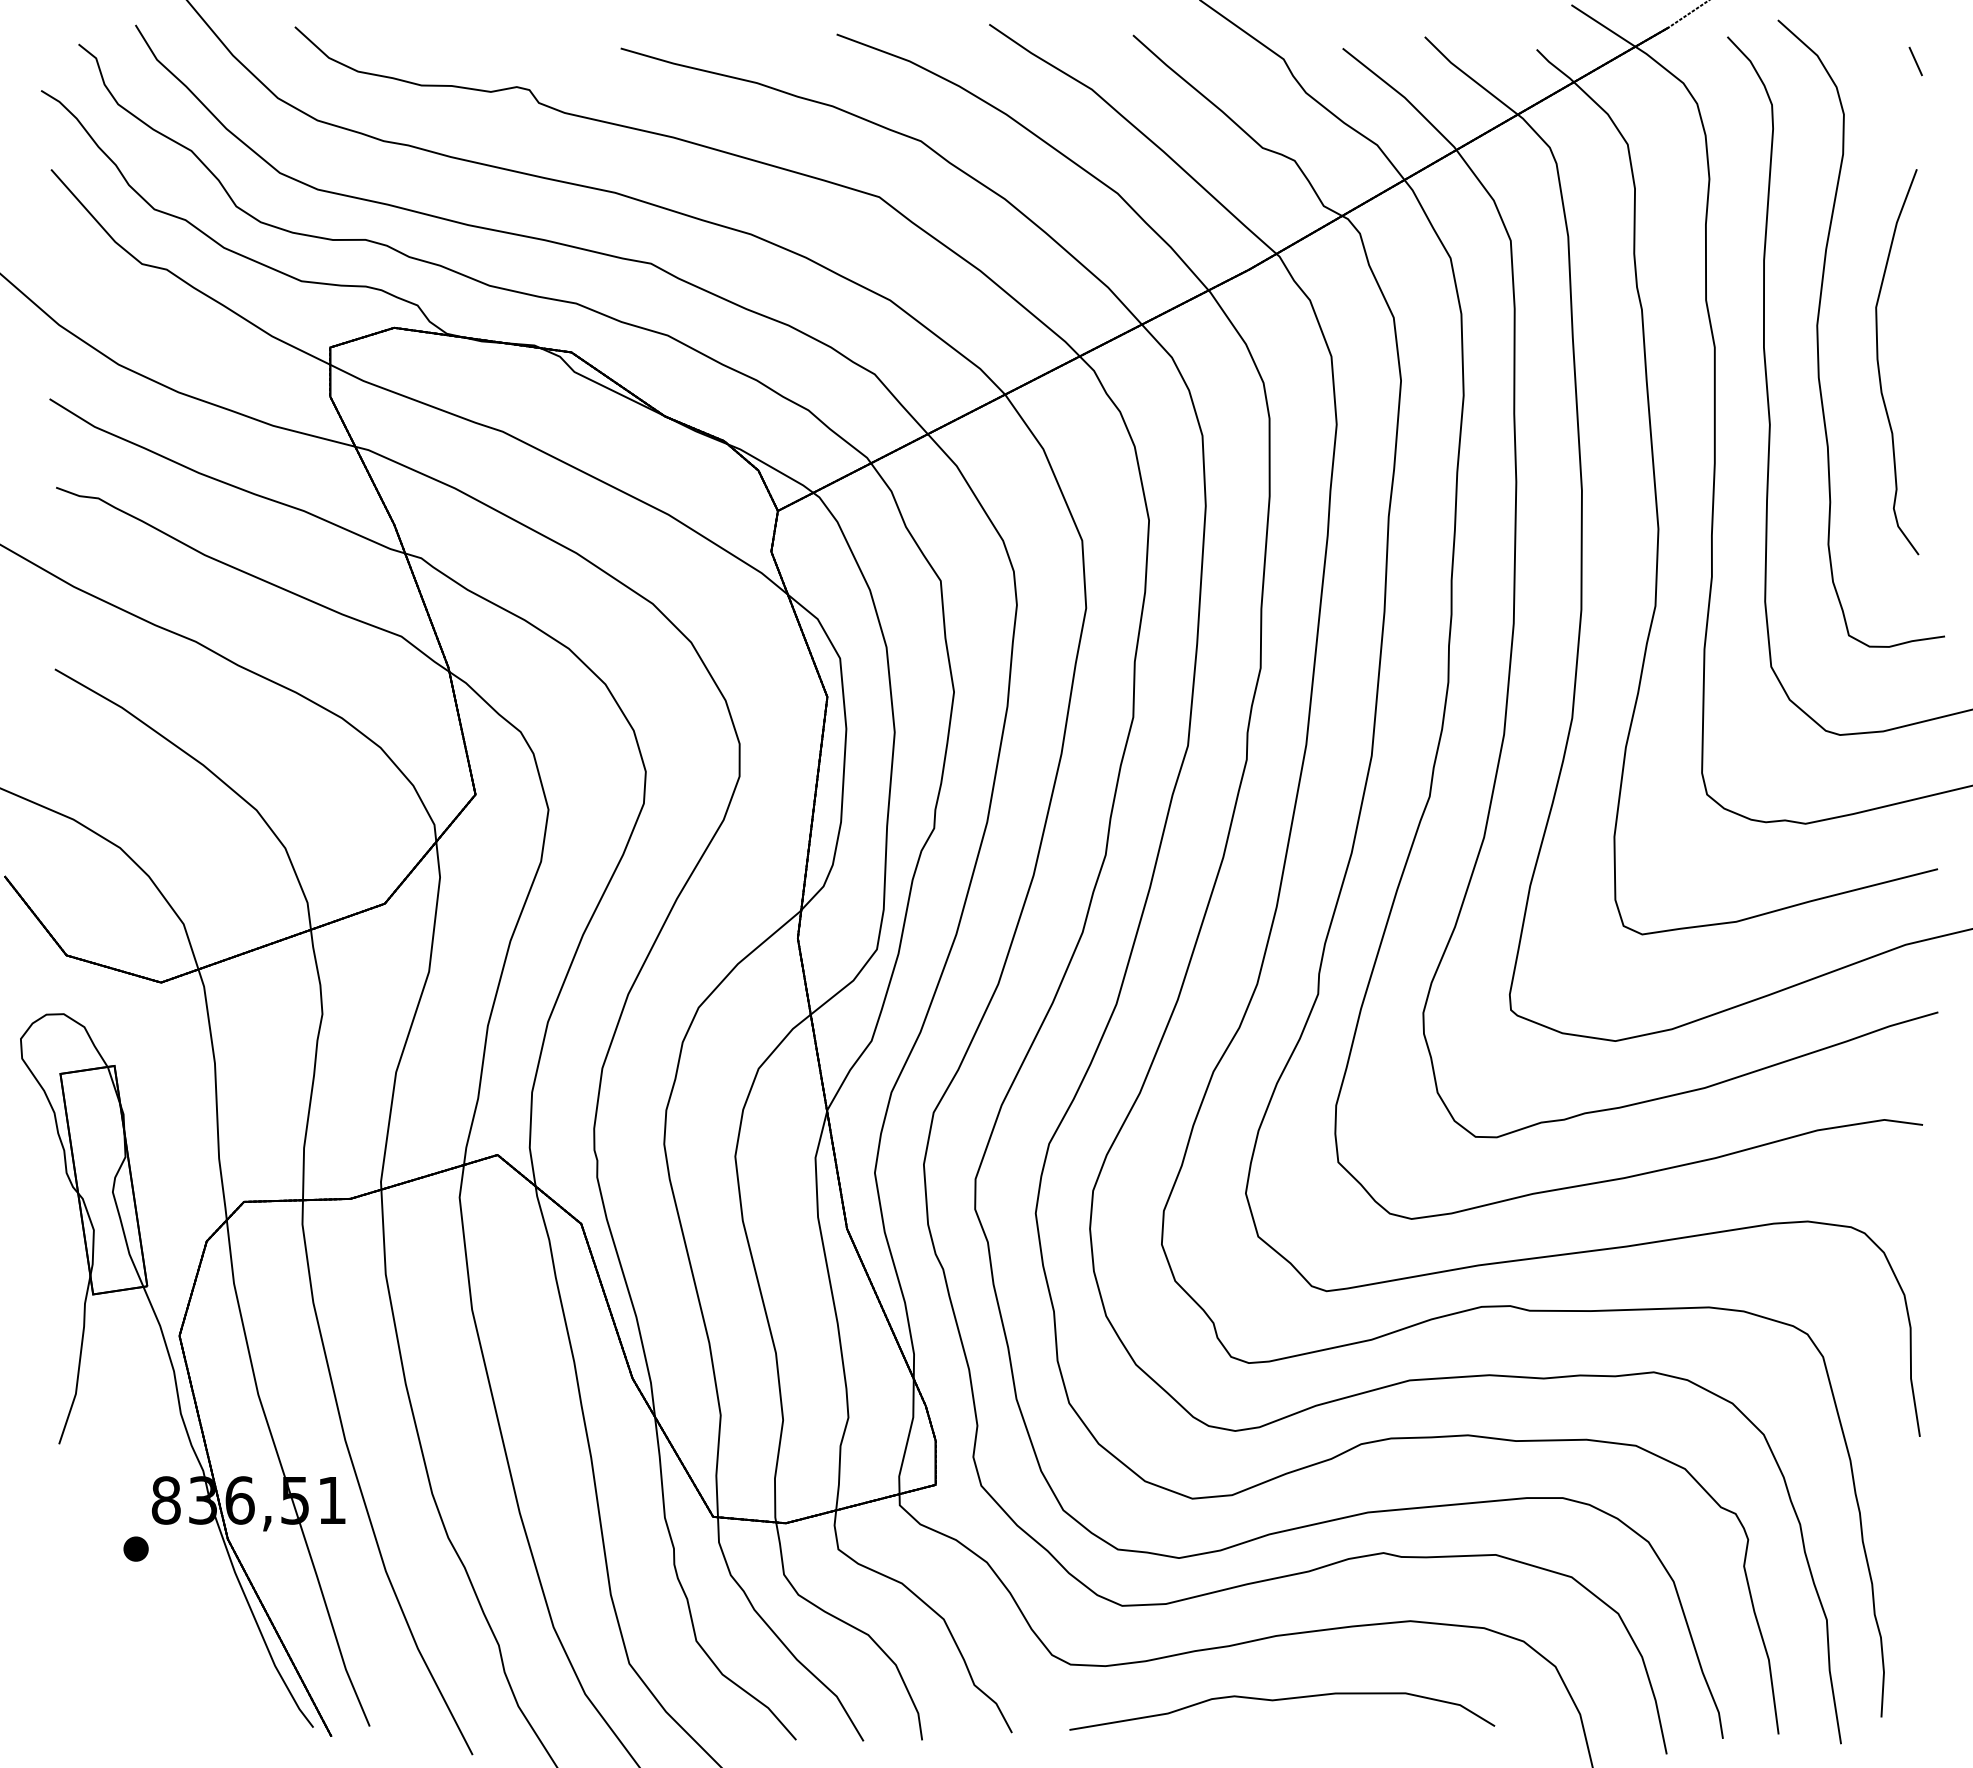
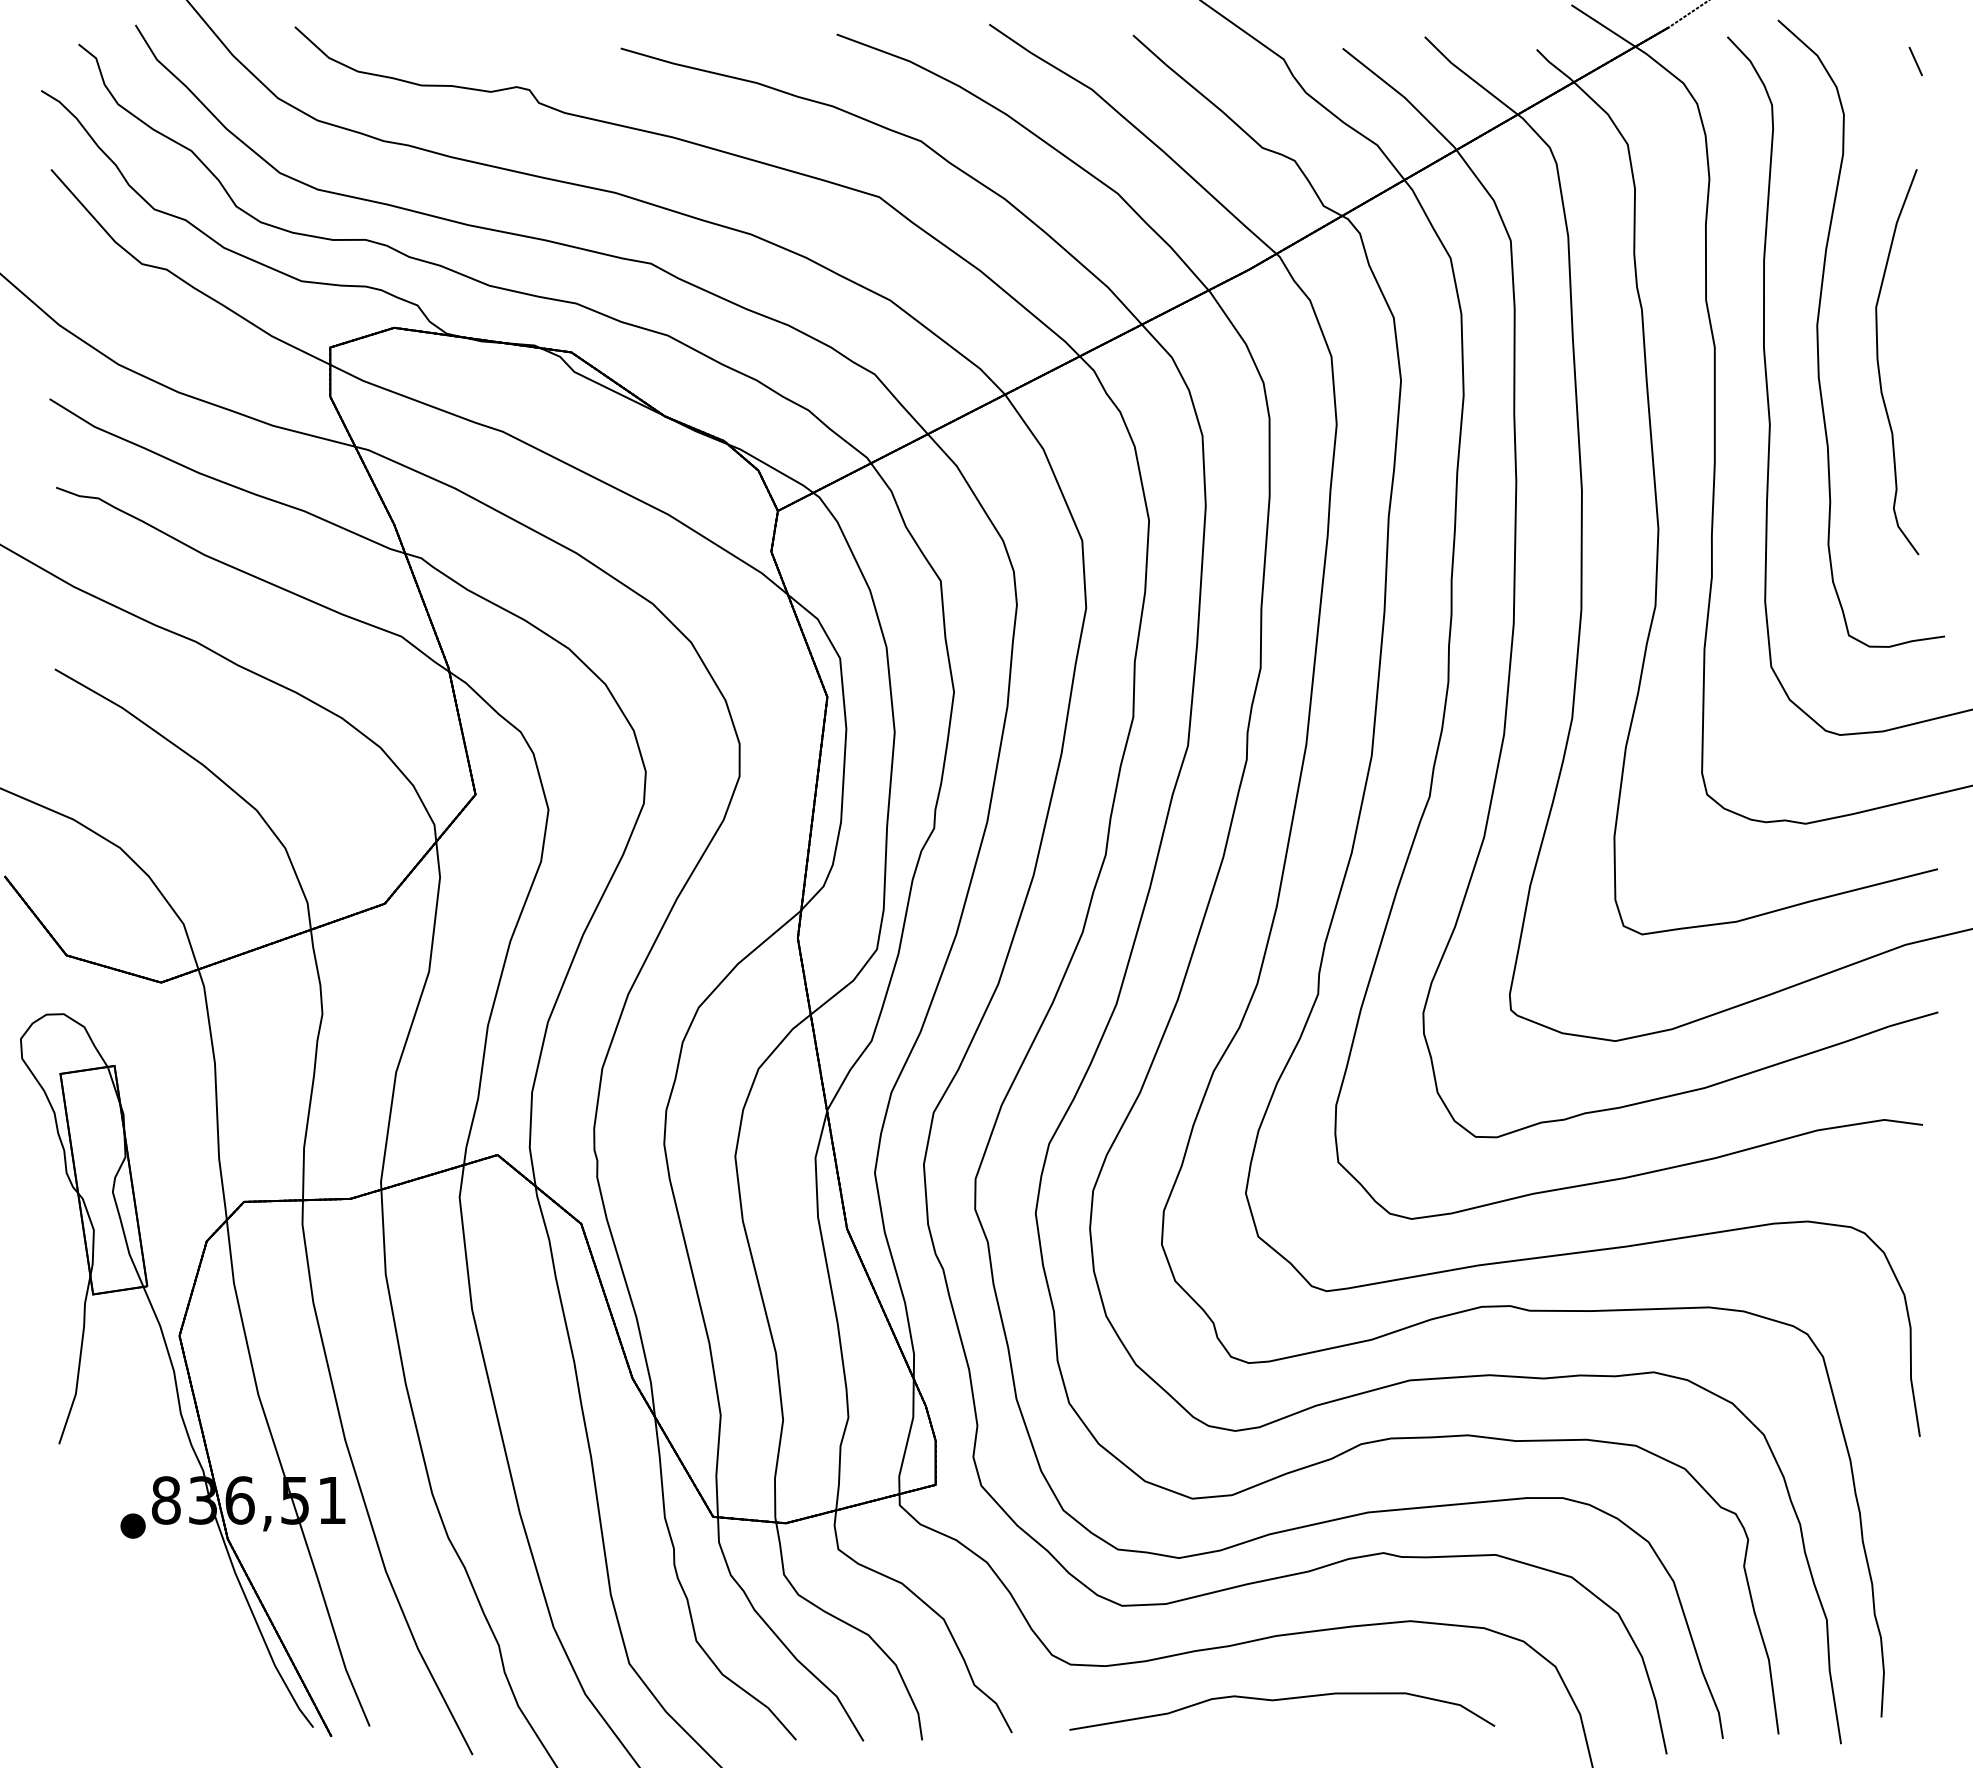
part at (135, 1548) position: (135, 1548) -> (132, 1525)
